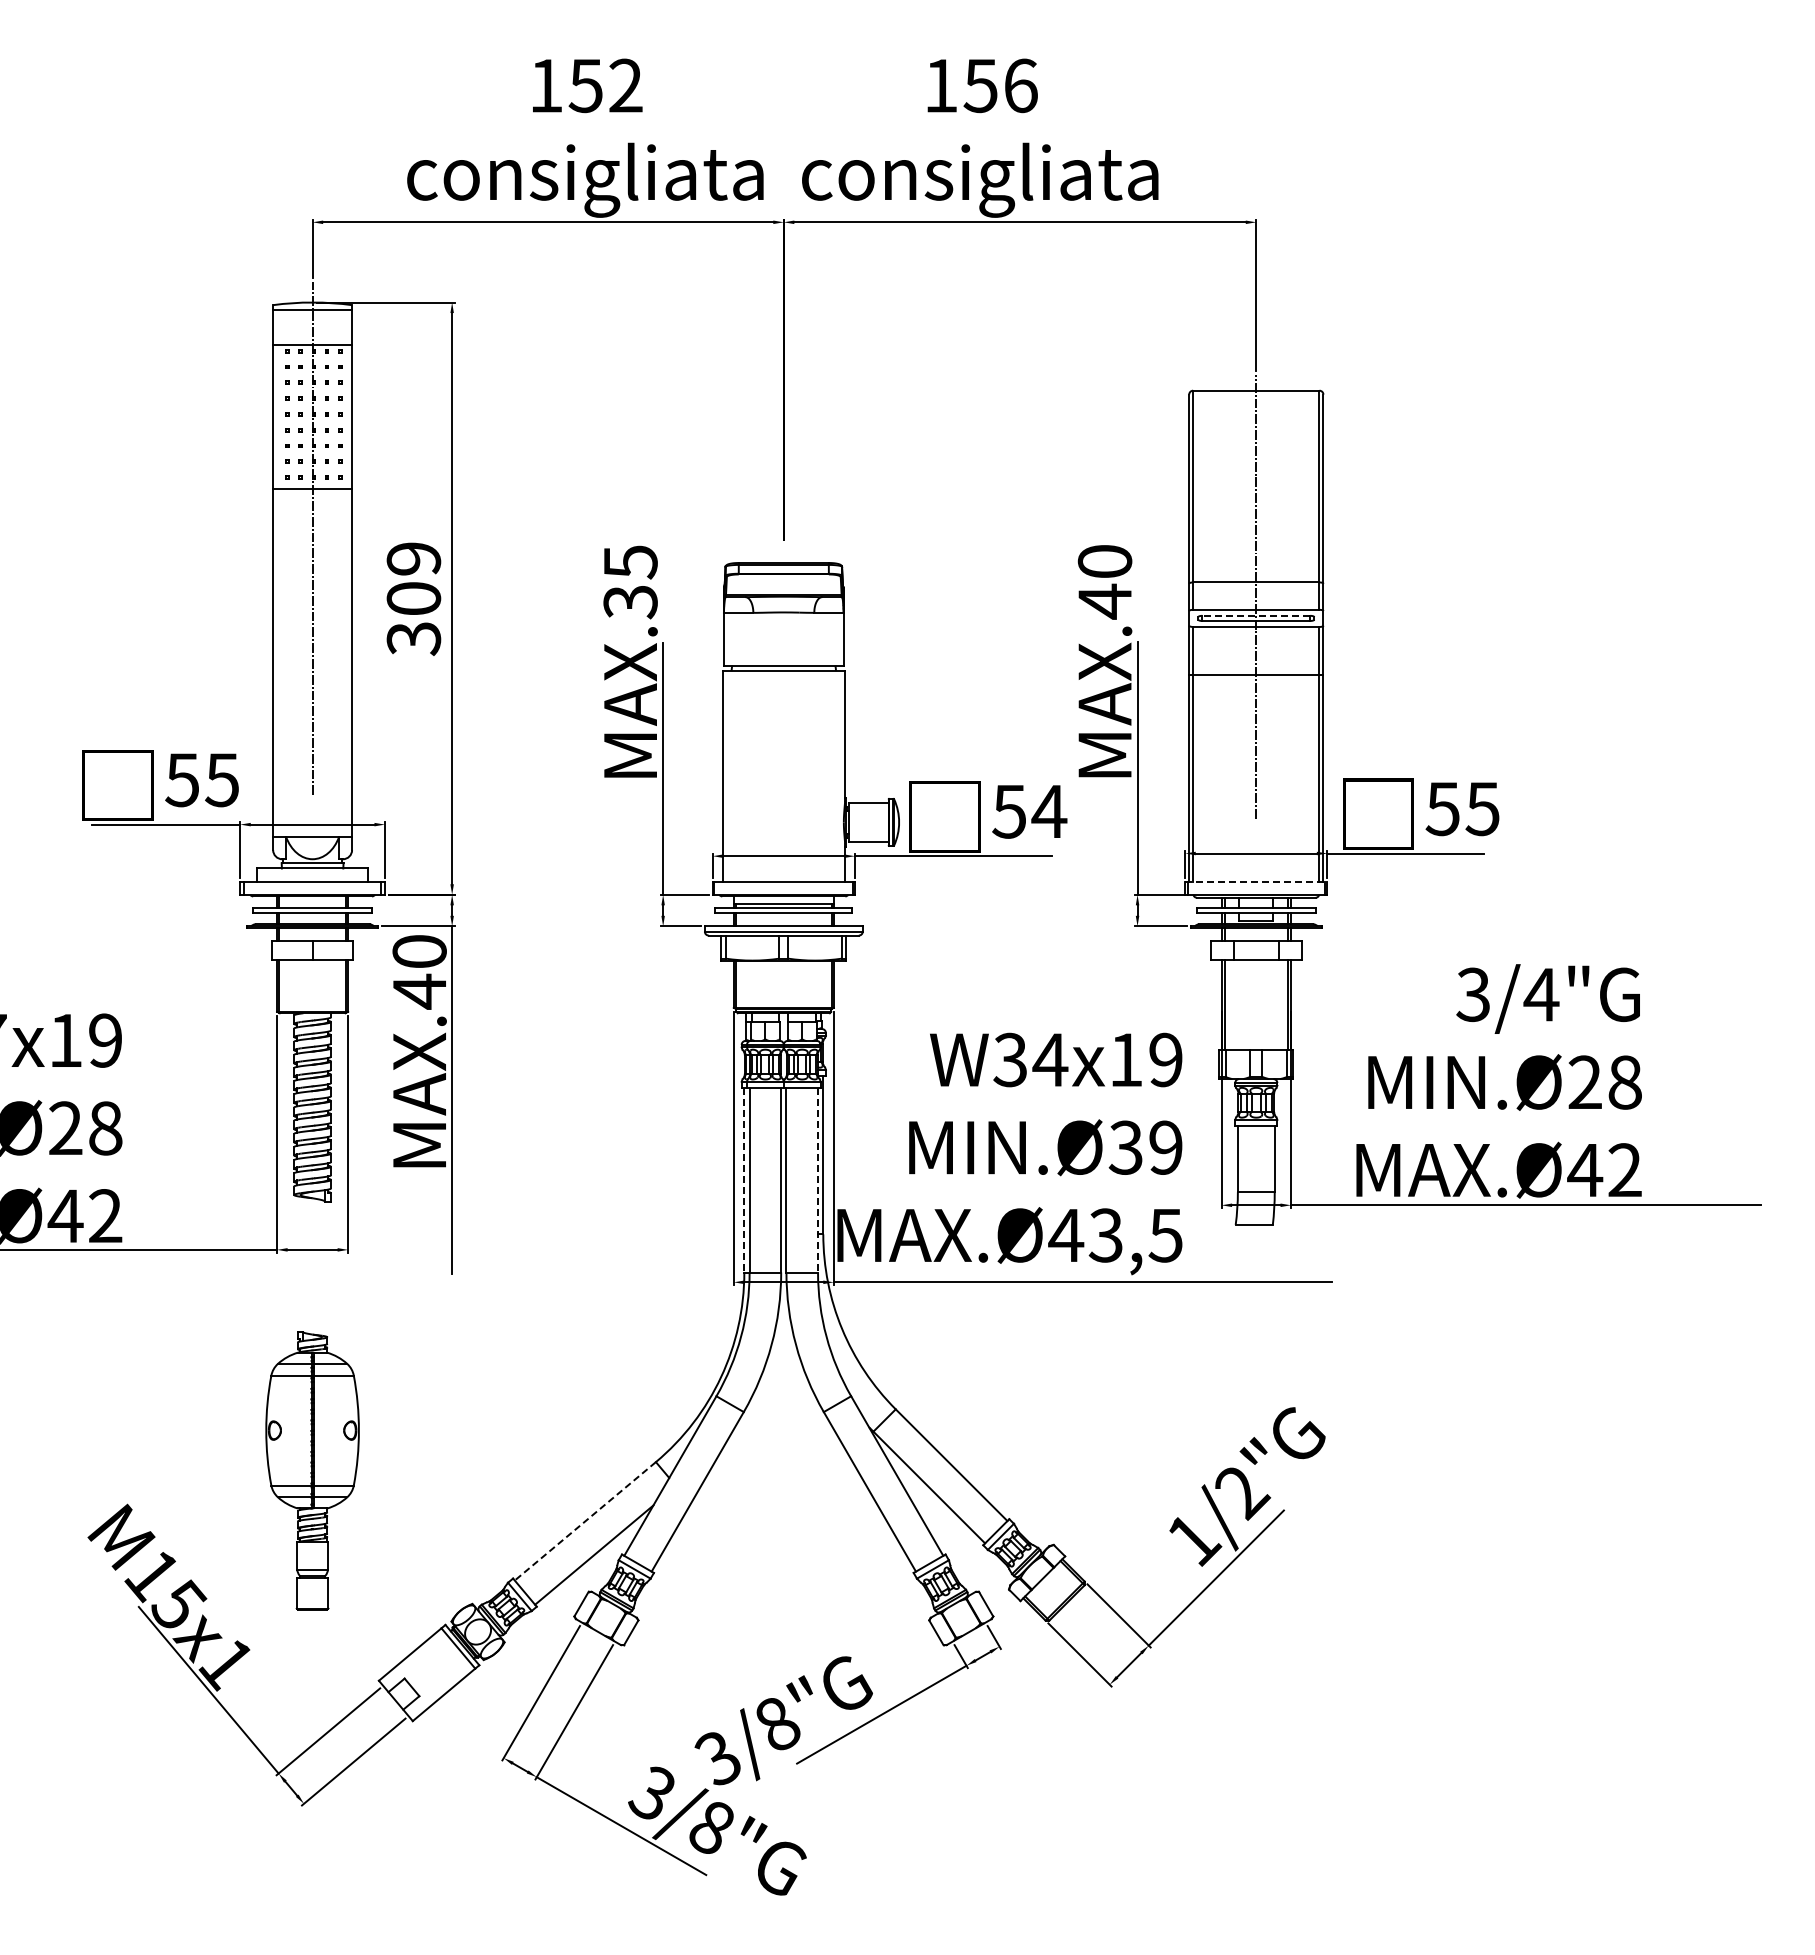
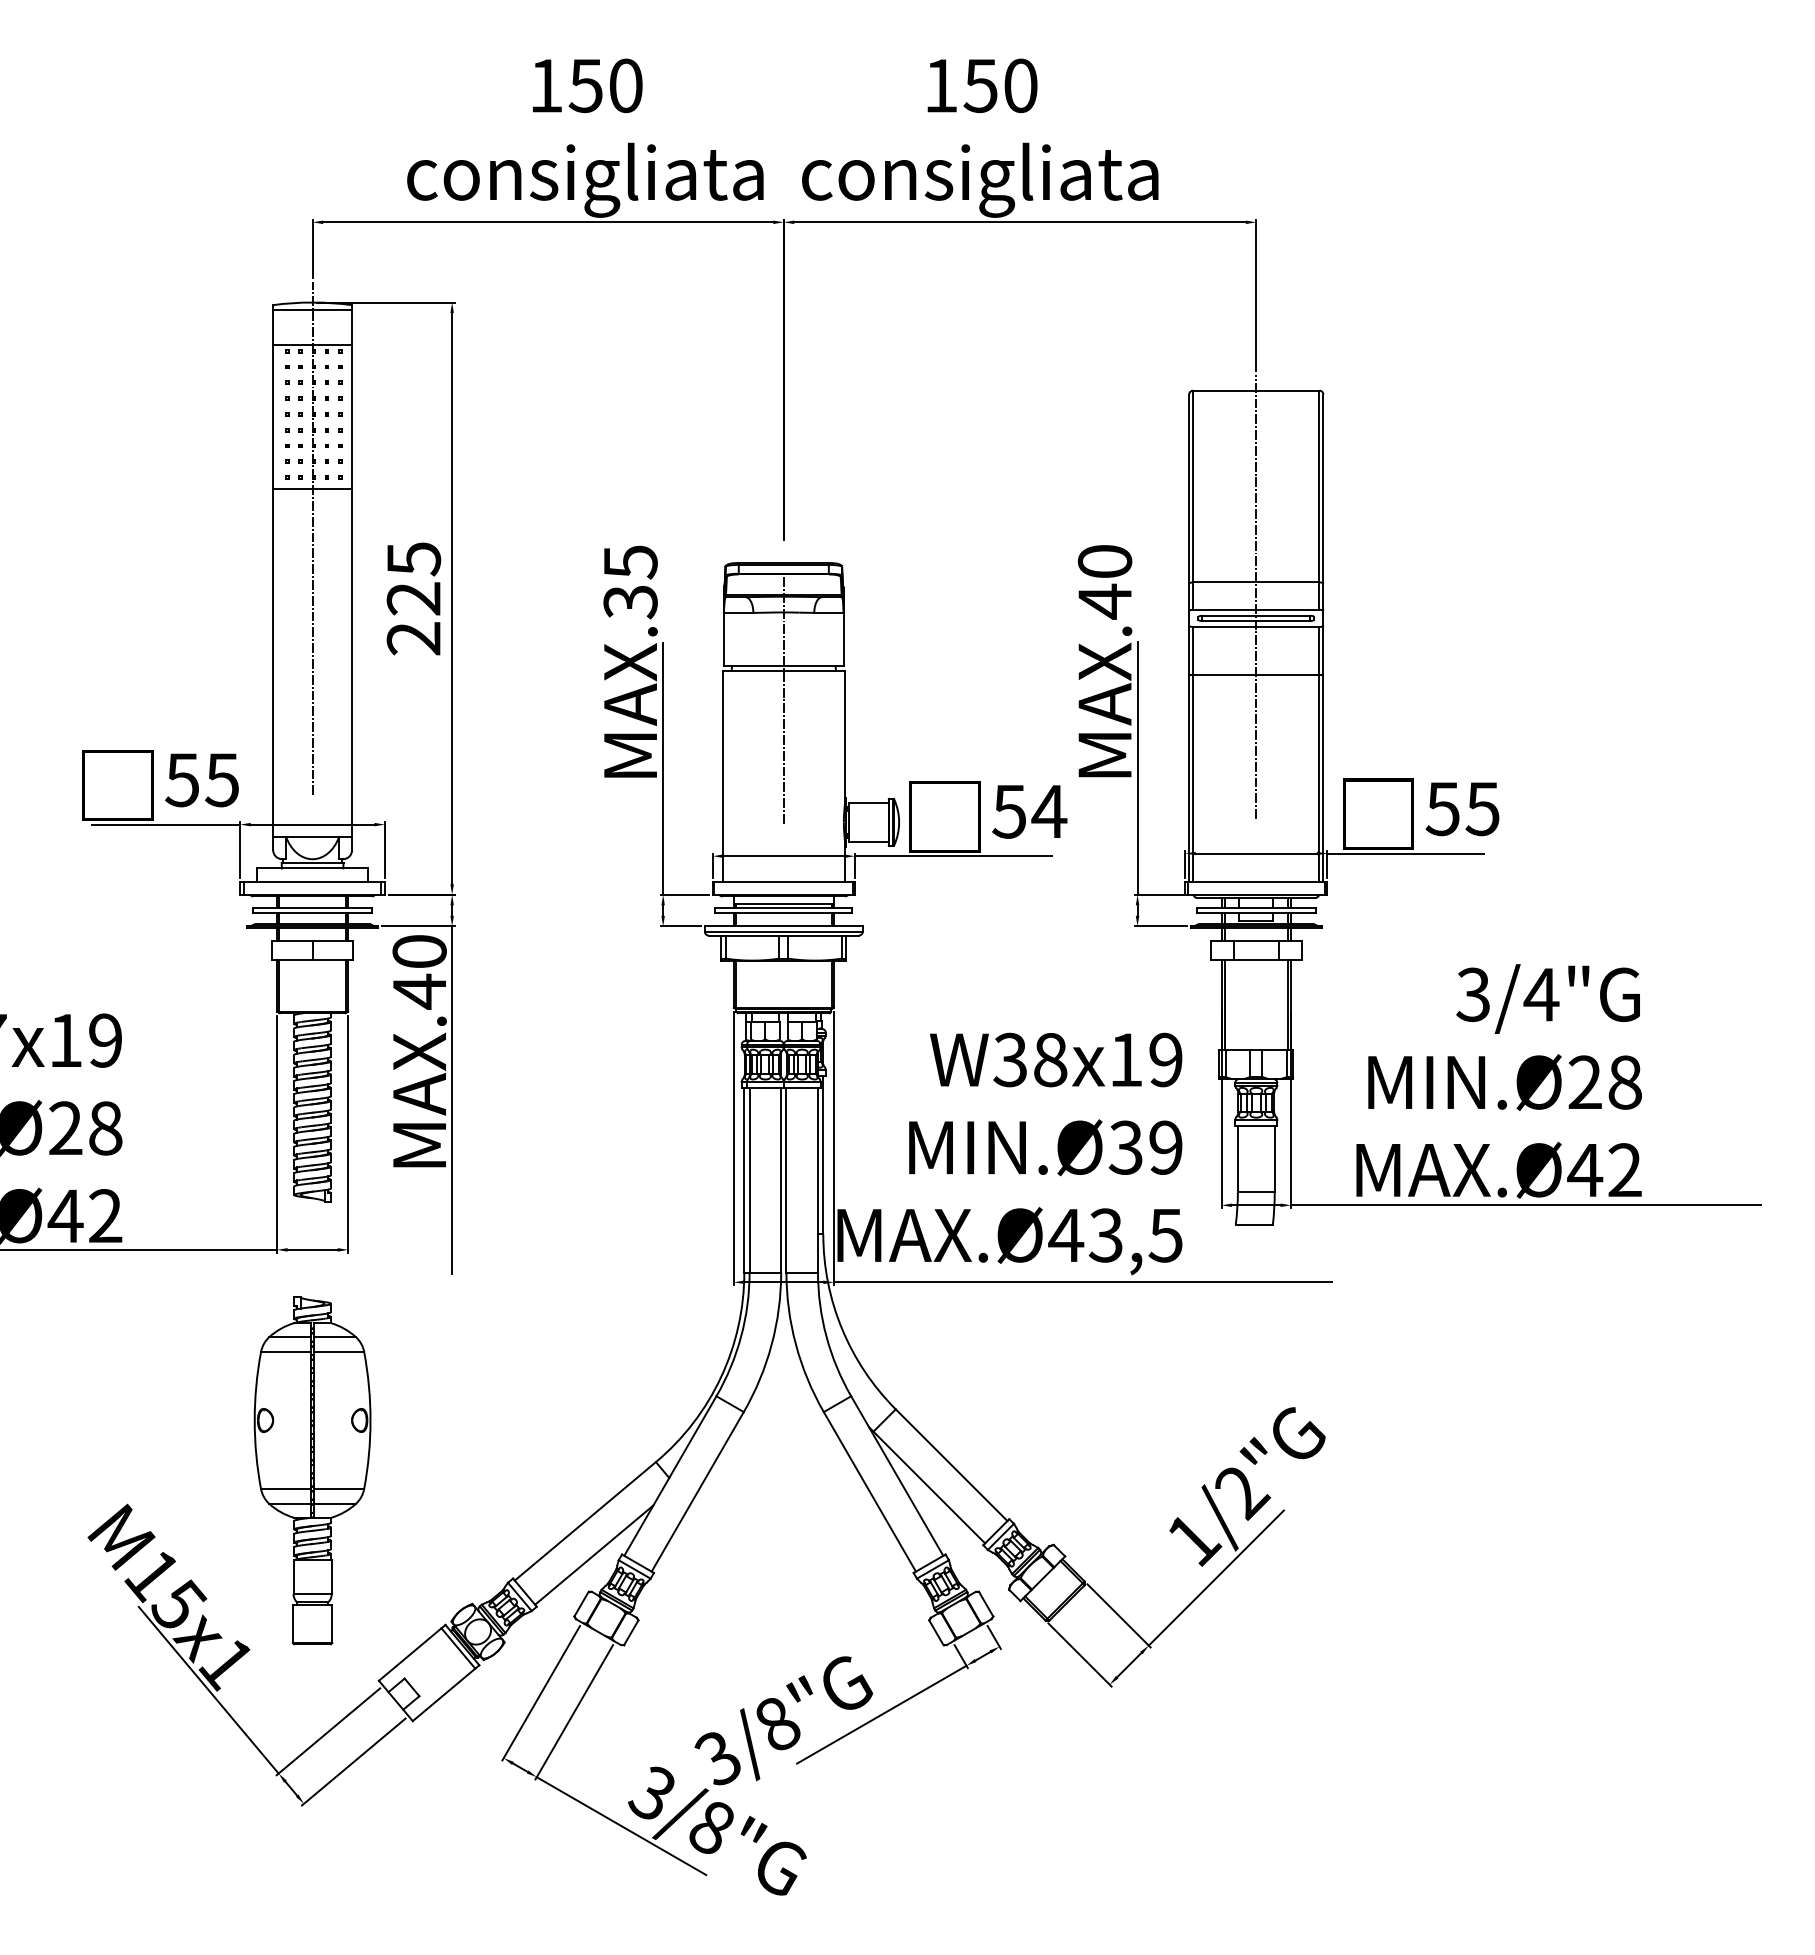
text at (625, 85): 152 -> 150
text at (1020, 85): 156 -> 150
text at (413, 598): 309 -> 225
line at (1256, 615): dashed -> solid
line at (783, 697): none -> present
line at (1256, 881): dashed -> solid
text at (1050, 1060): W34x19 -> W38x19
line at (744, 1180): dashed -> solid
line at (818, 1180): dashed -> solid
part at (312, 1470) size: 95x280 px -> 119x350 px
line at (584, 1521): dashed -> solid
